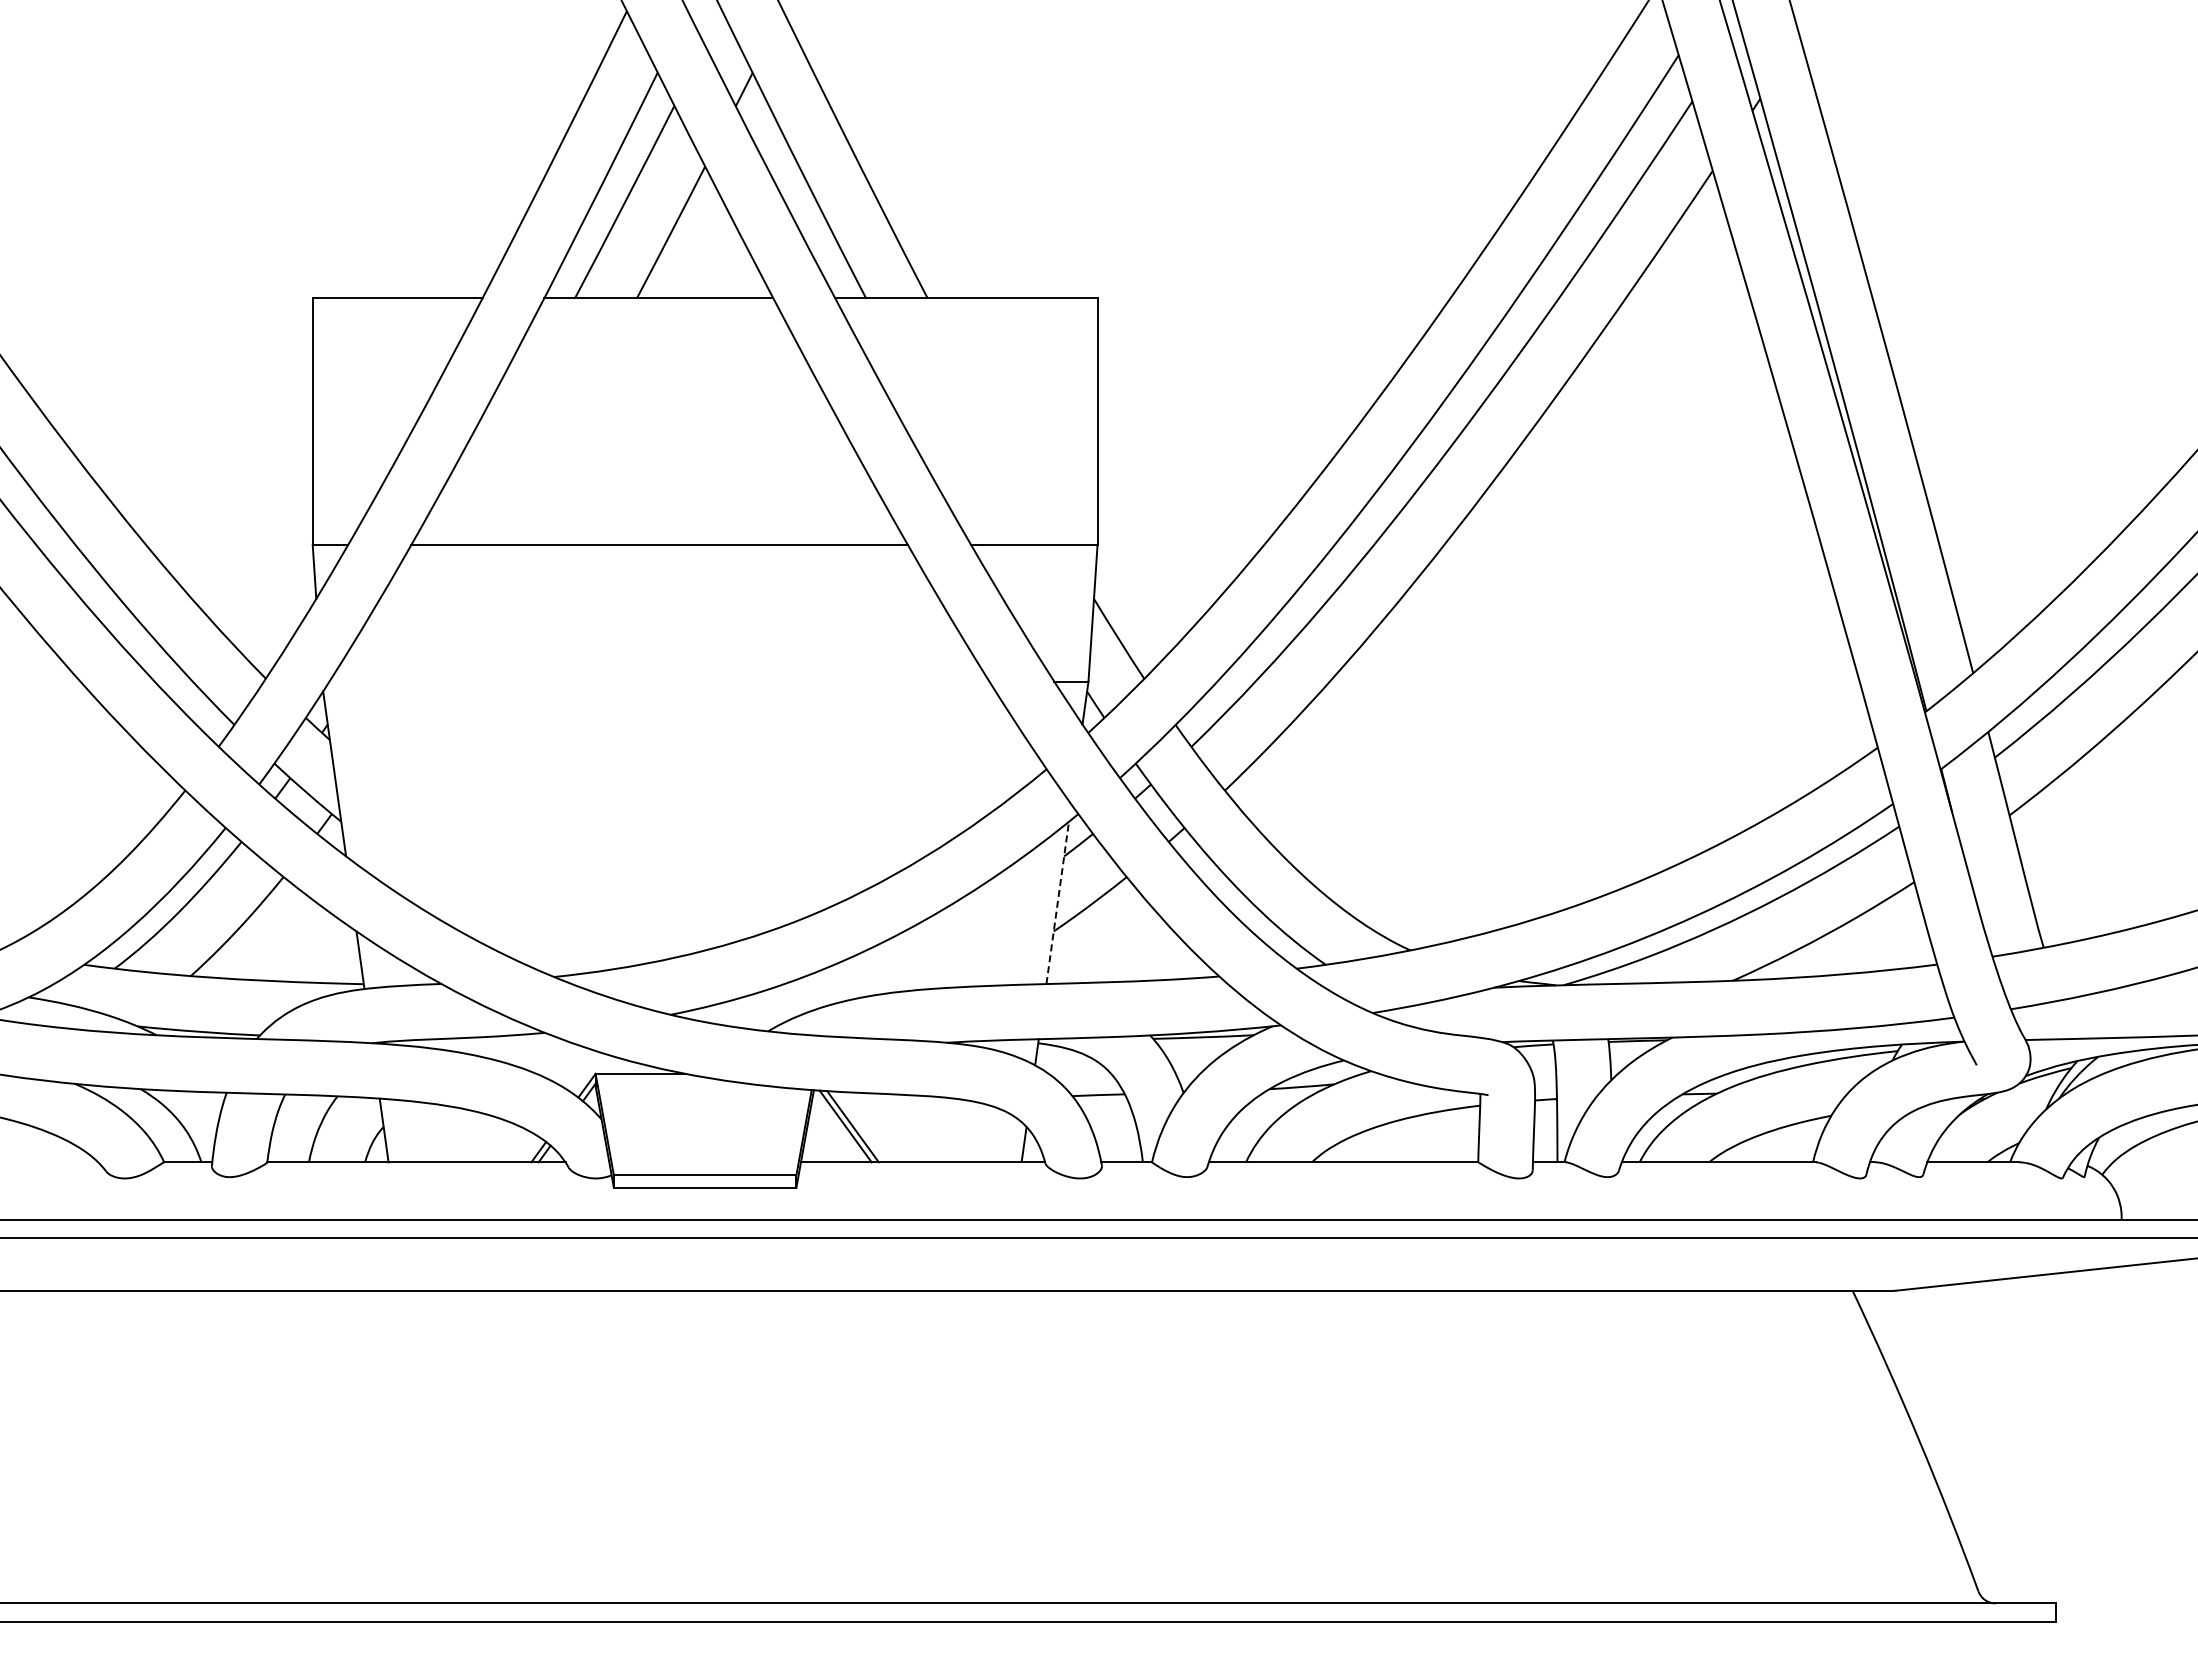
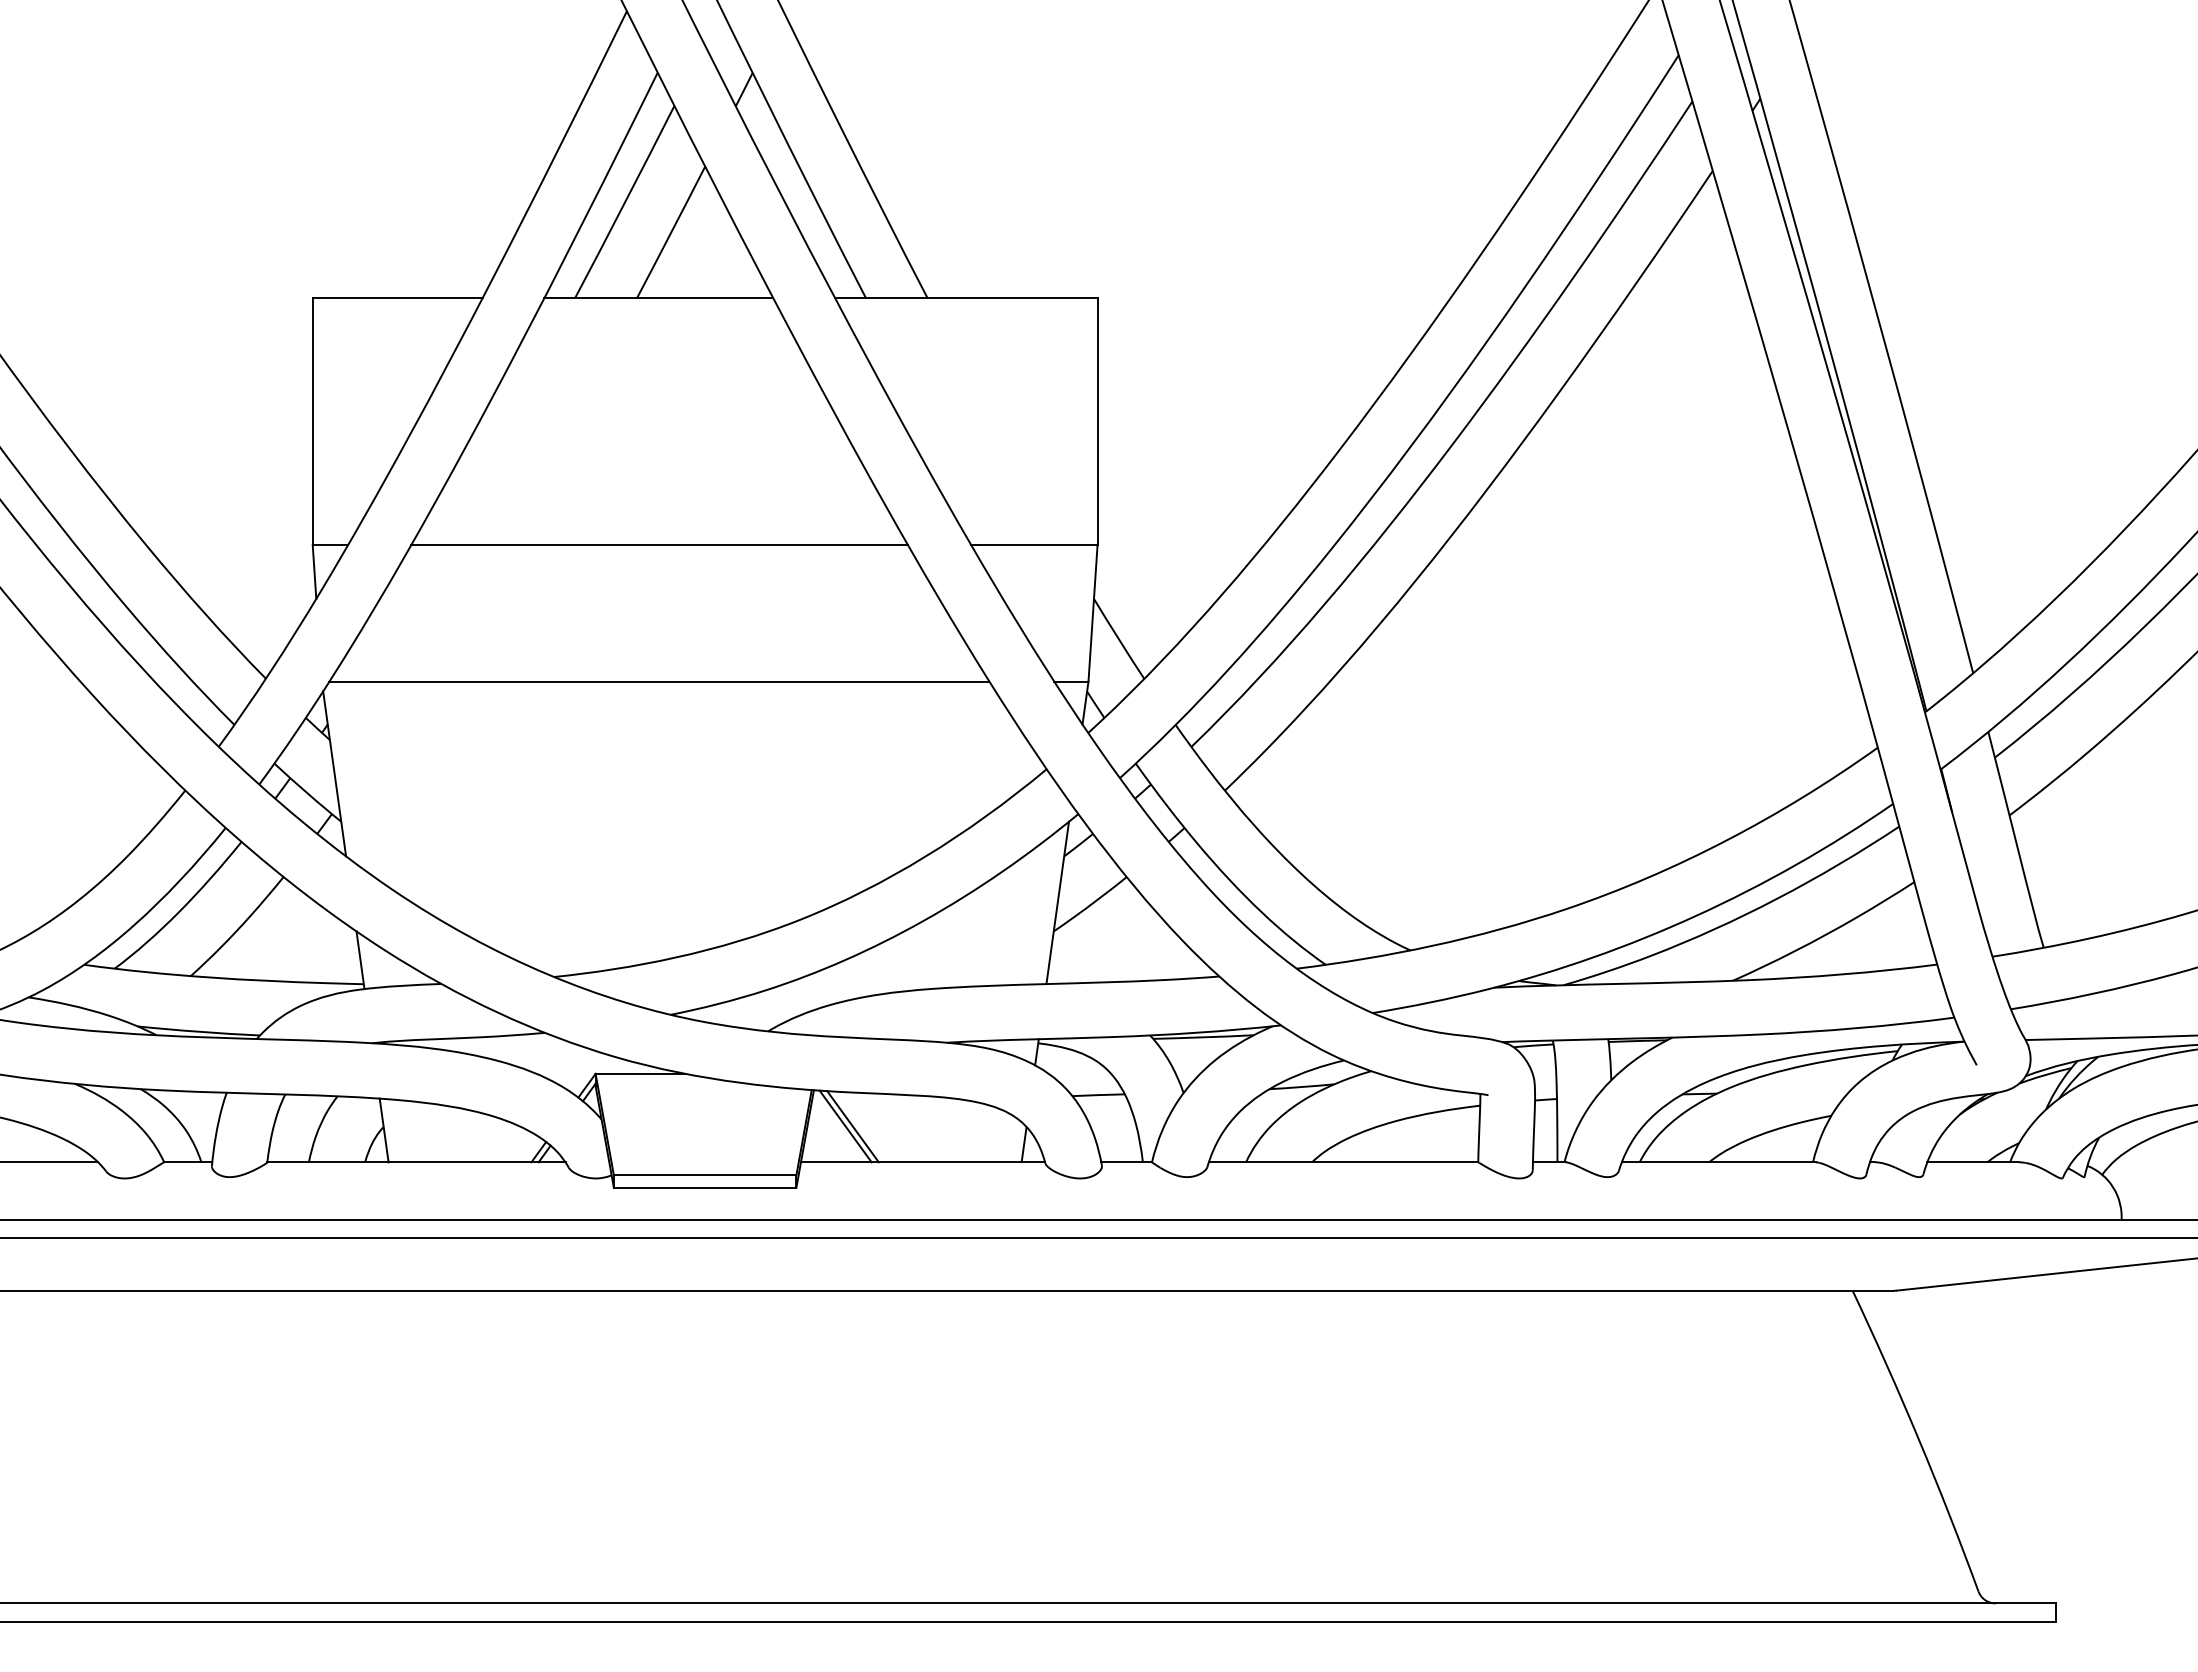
line at (659, 681): none -> present
line at (1057, 902): dashed -> solid
line at (50, 1162): none -> present
